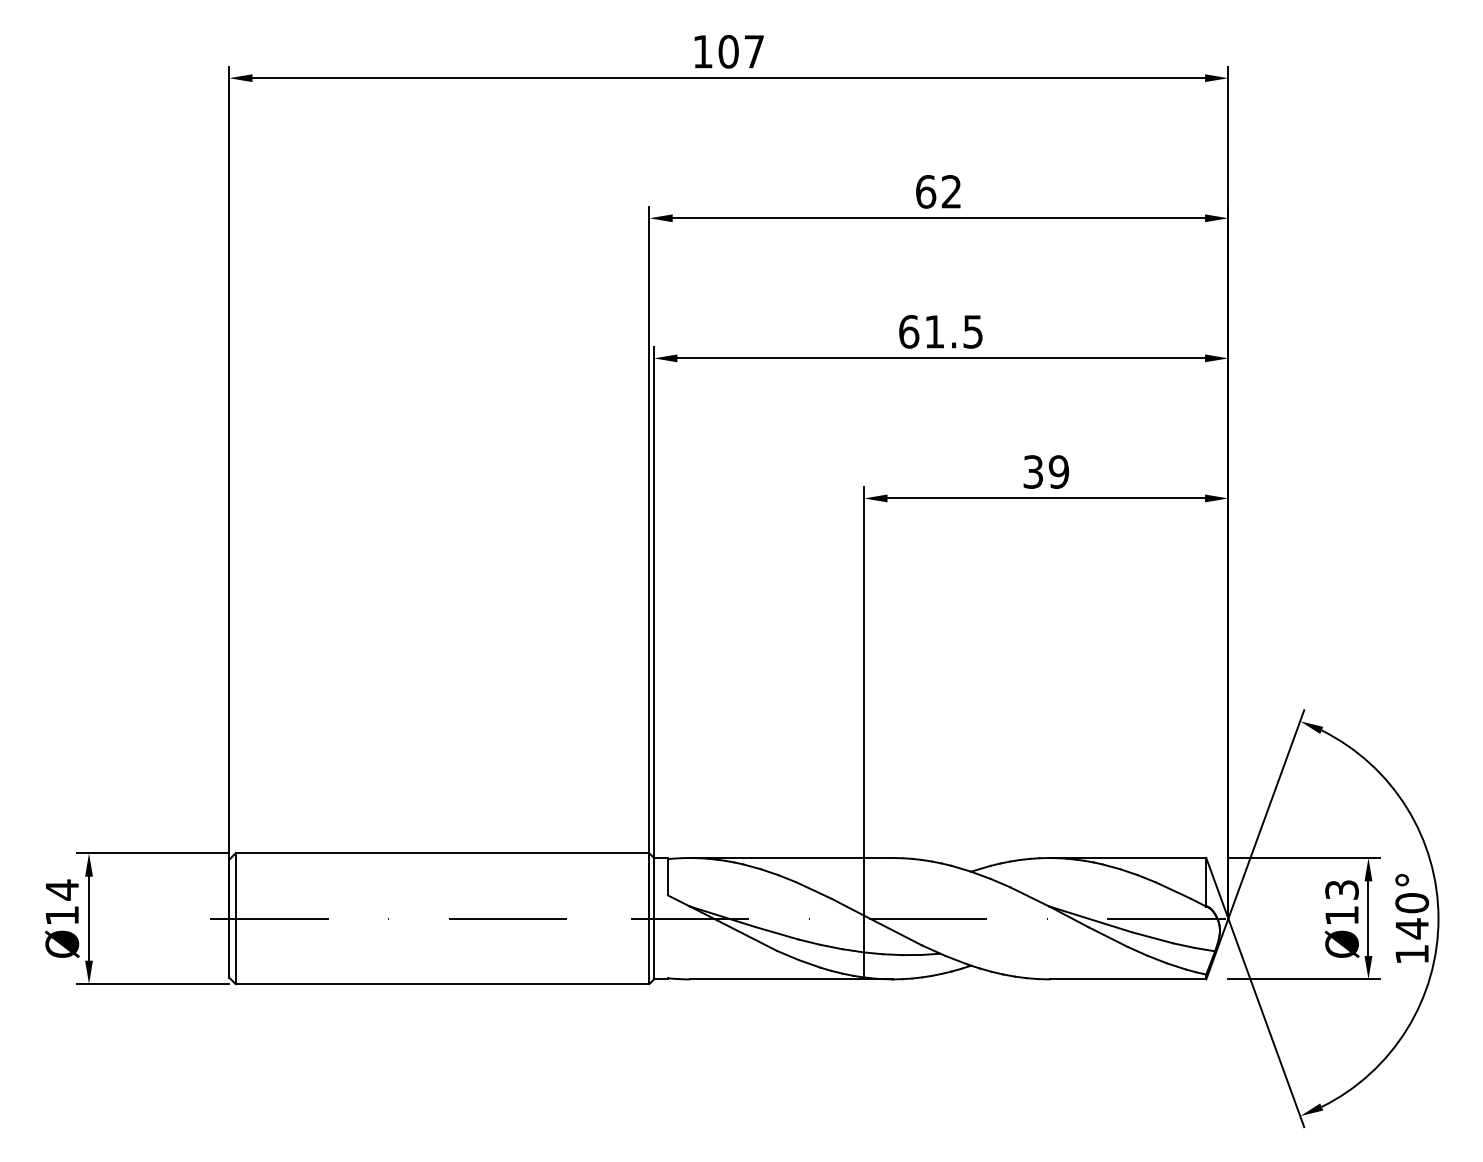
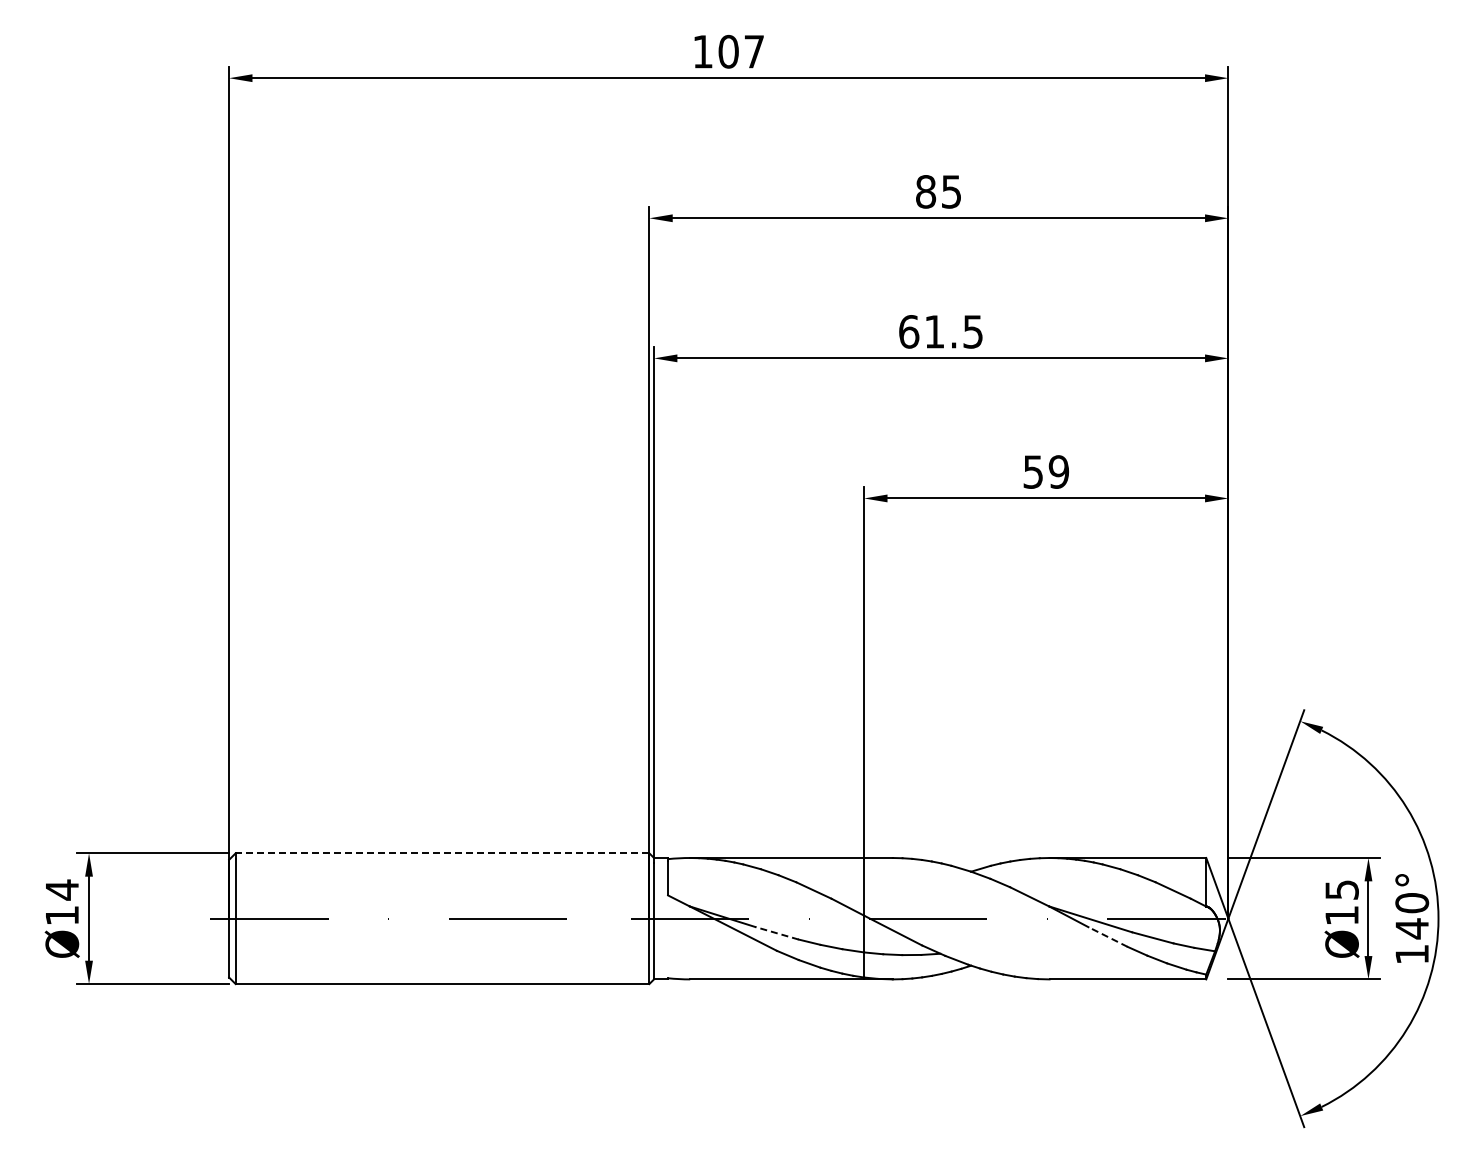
text at (938, 191): 62 -> 85
text at (1033, 471): 39 -> 59
line at (442, 853): solid -> dashed
text at (1341, 889): Ø13 -> Ø15
line at (776, 933): solid -> dashed
line at (1108, 937): solid -> dashed
